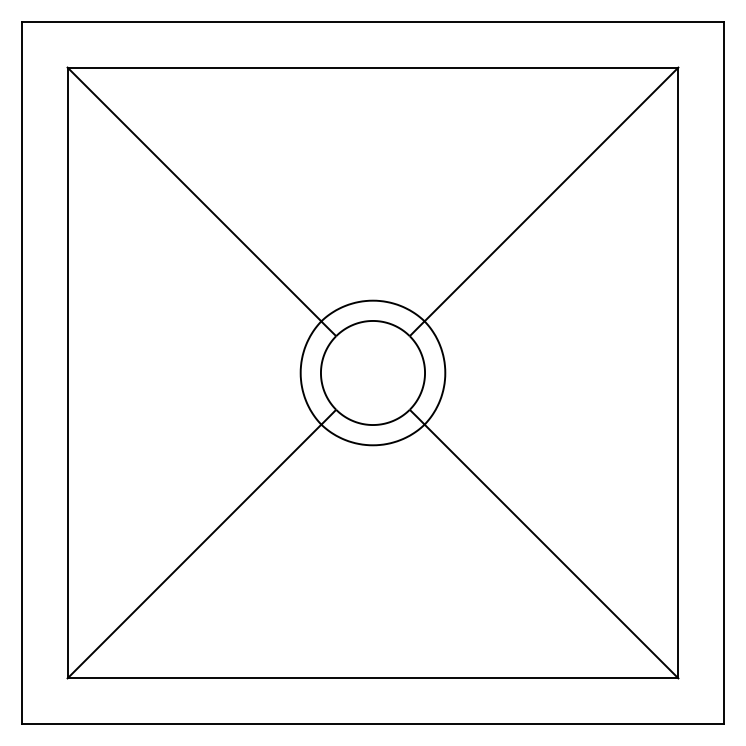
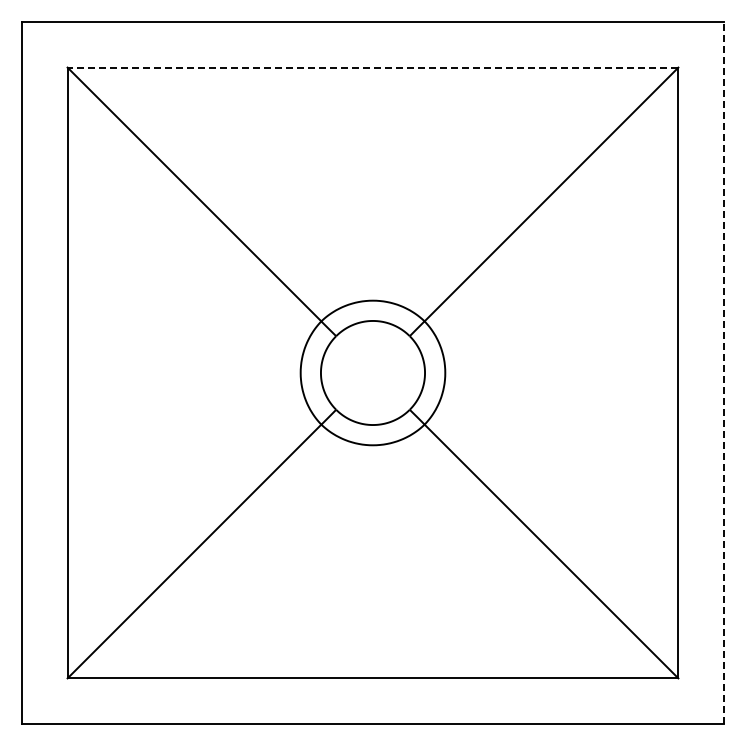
line at (372, 67): solid -> dashed
line at (723, 373): solid -> dashed
